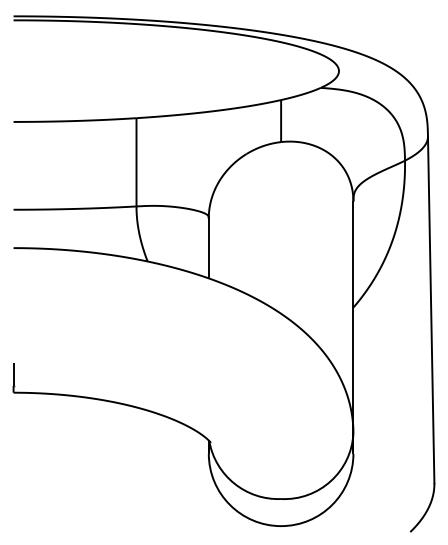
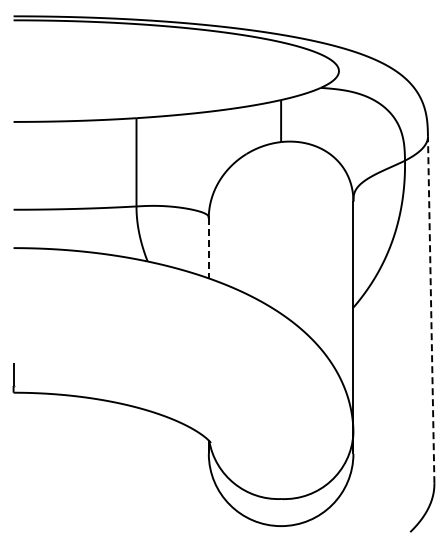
line at (208, 248): solid -> dashed
line at (431, 309): solid -> dashed
